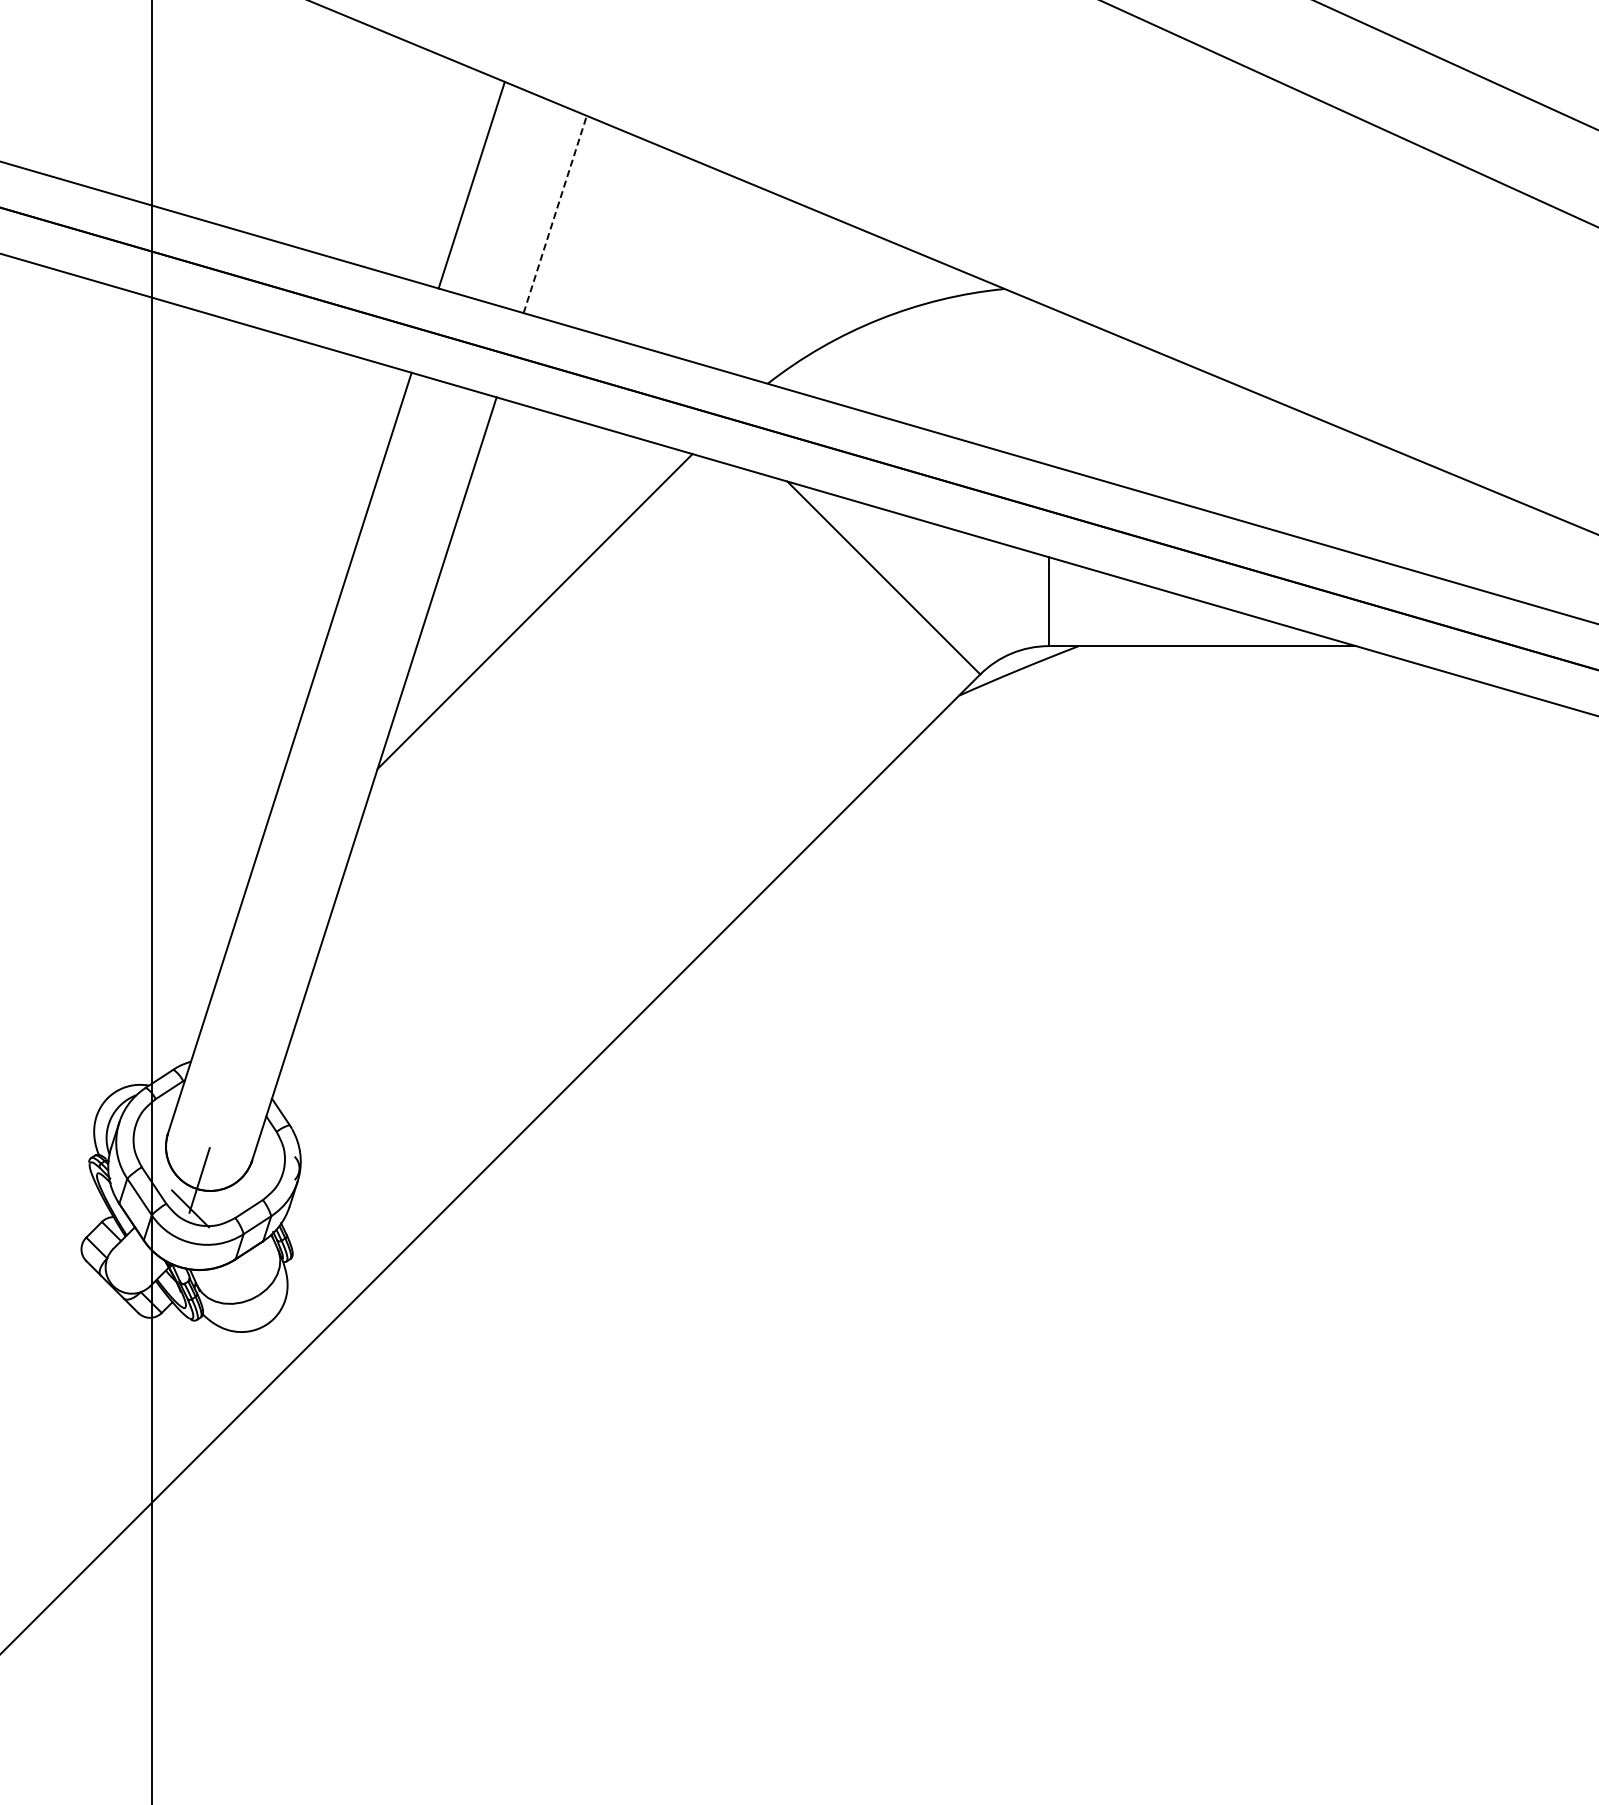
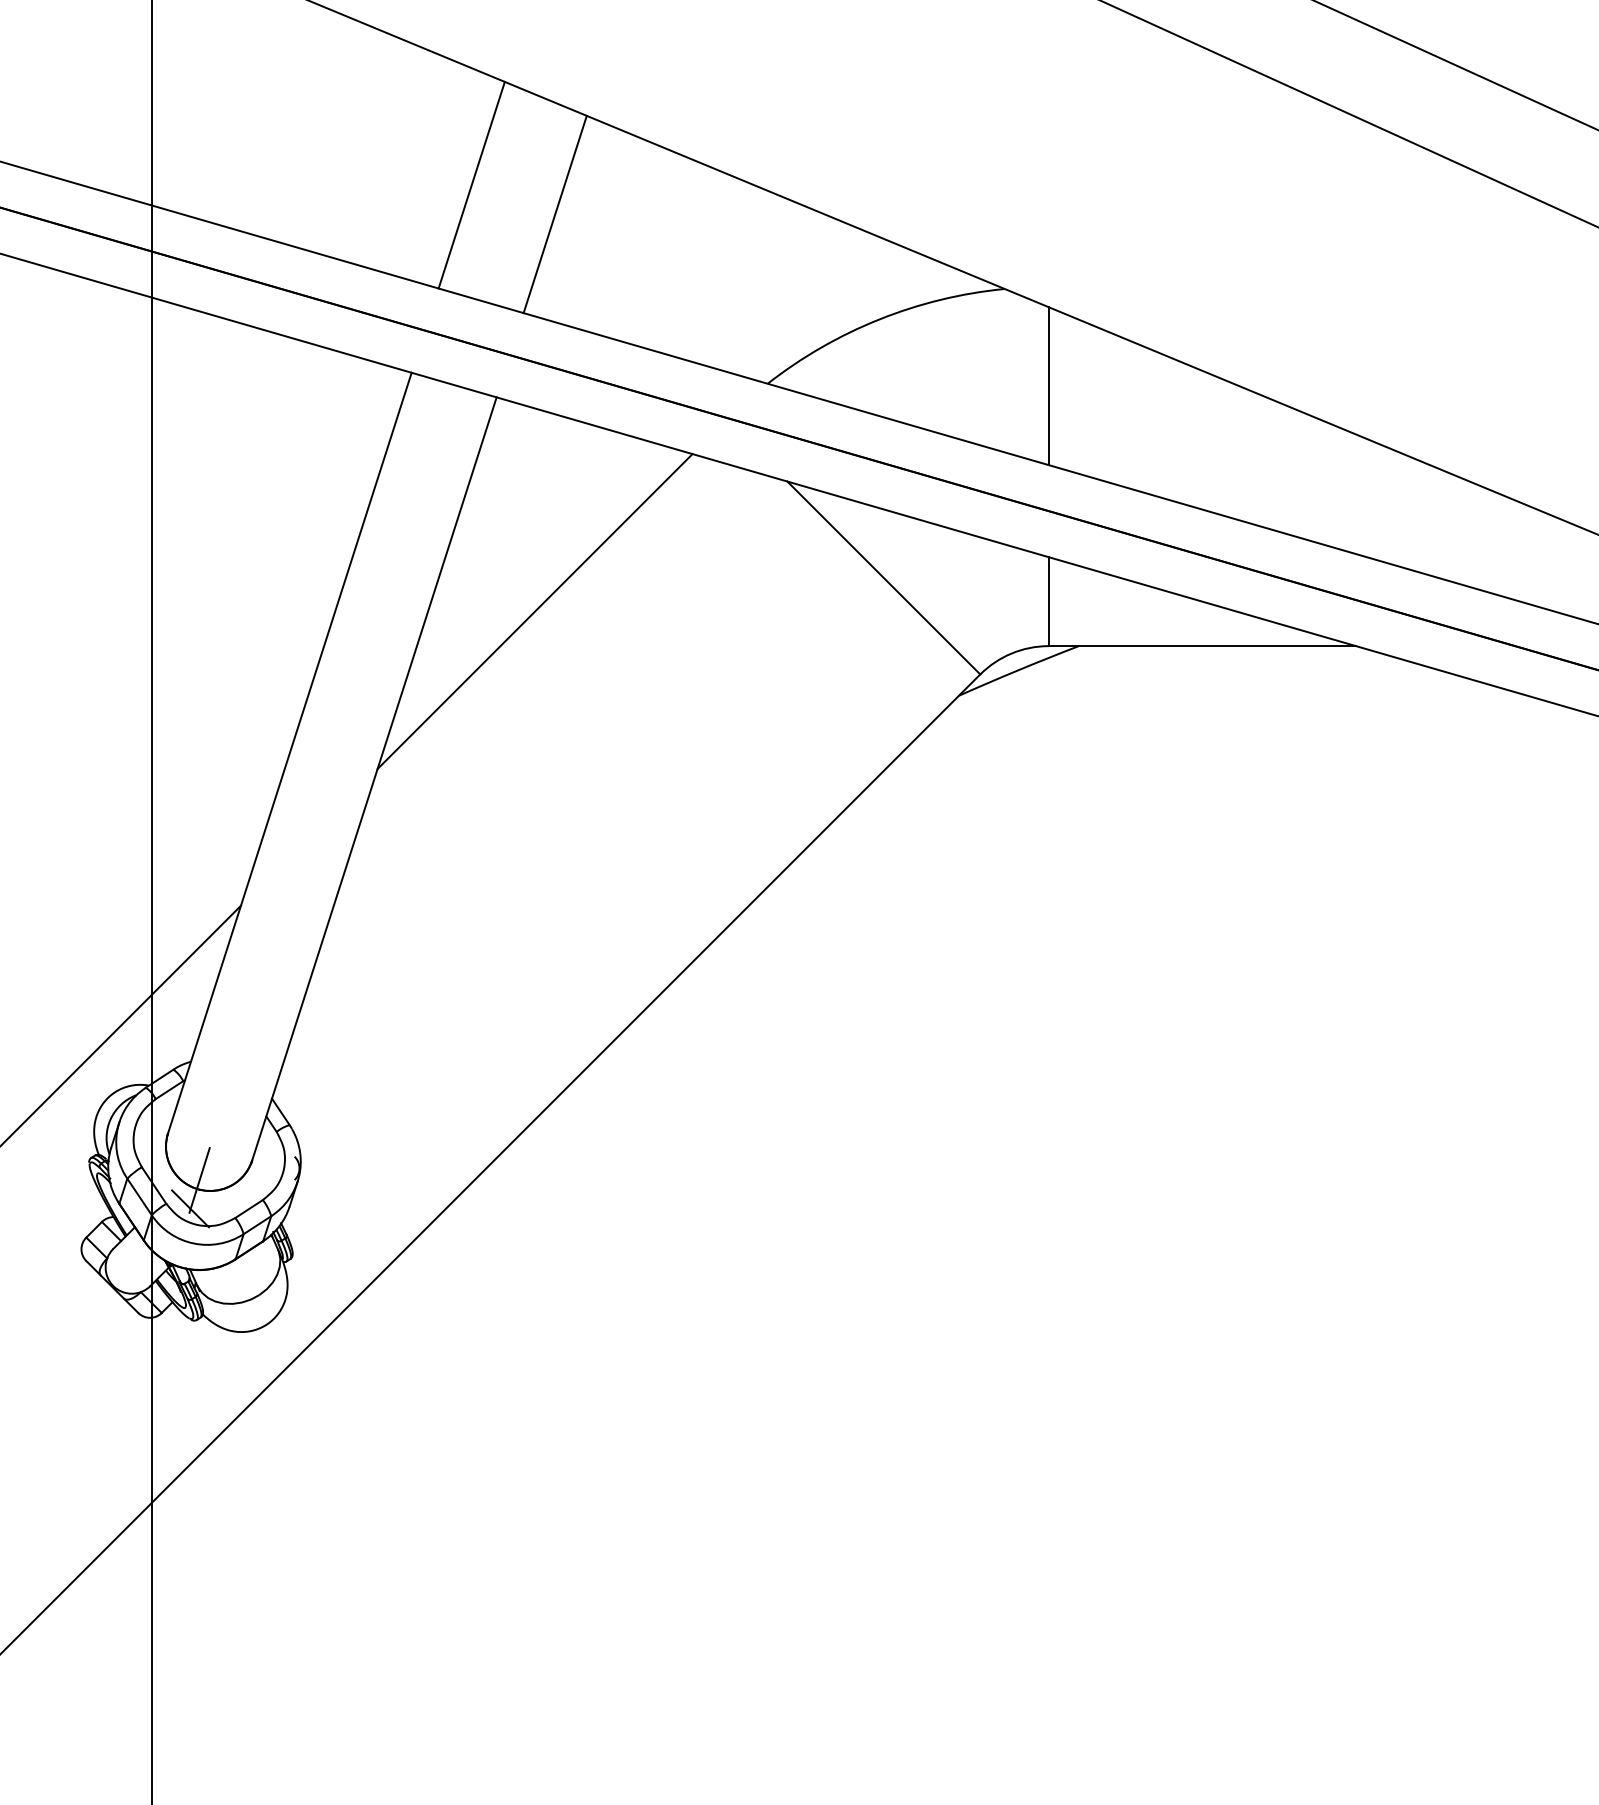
line at (555, 214): dashed -> solid
line at (1048, 386): none -> present
line at (121, 1024): none -> present
